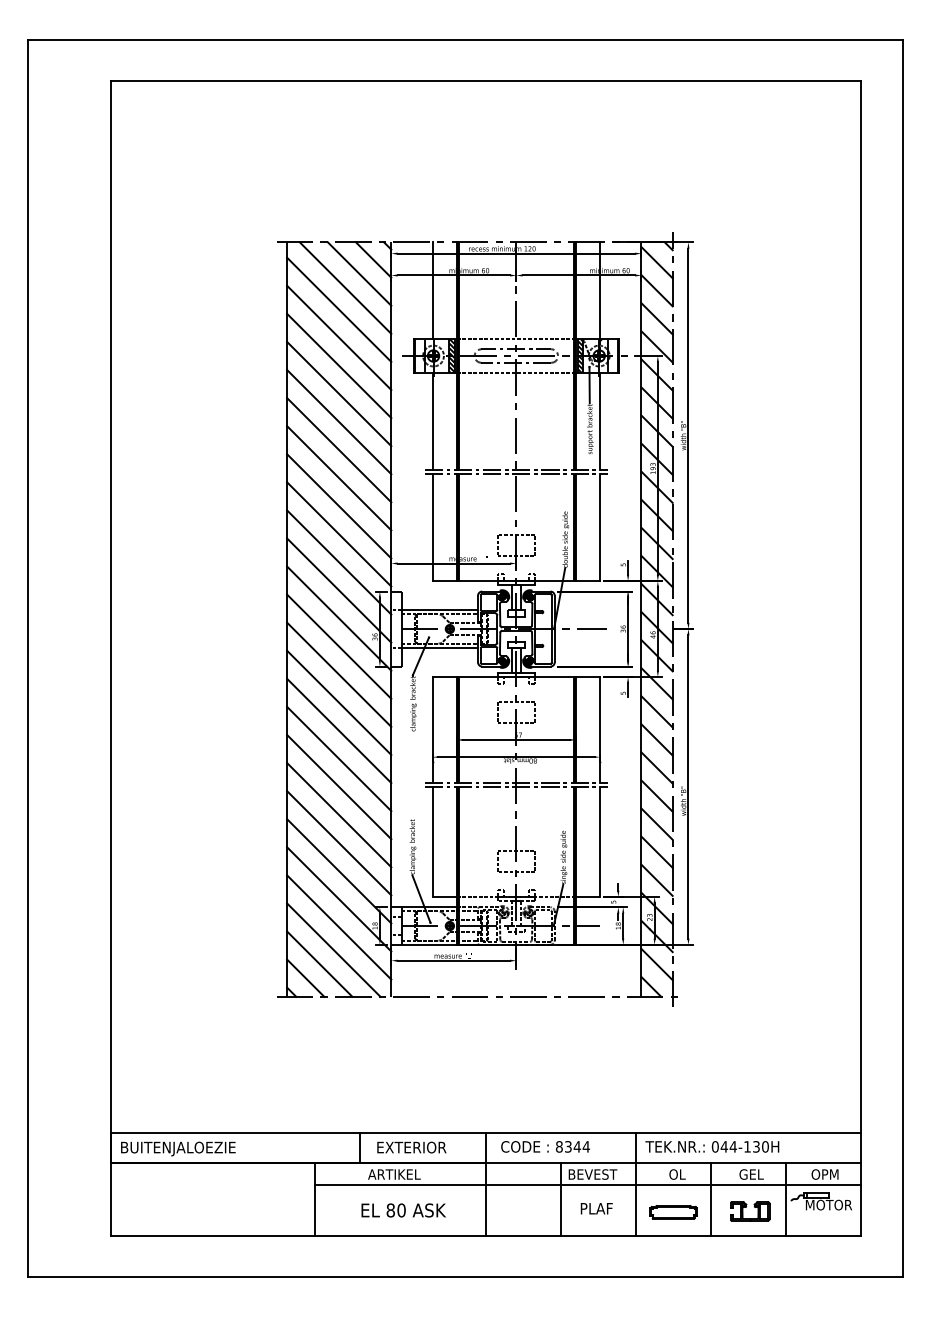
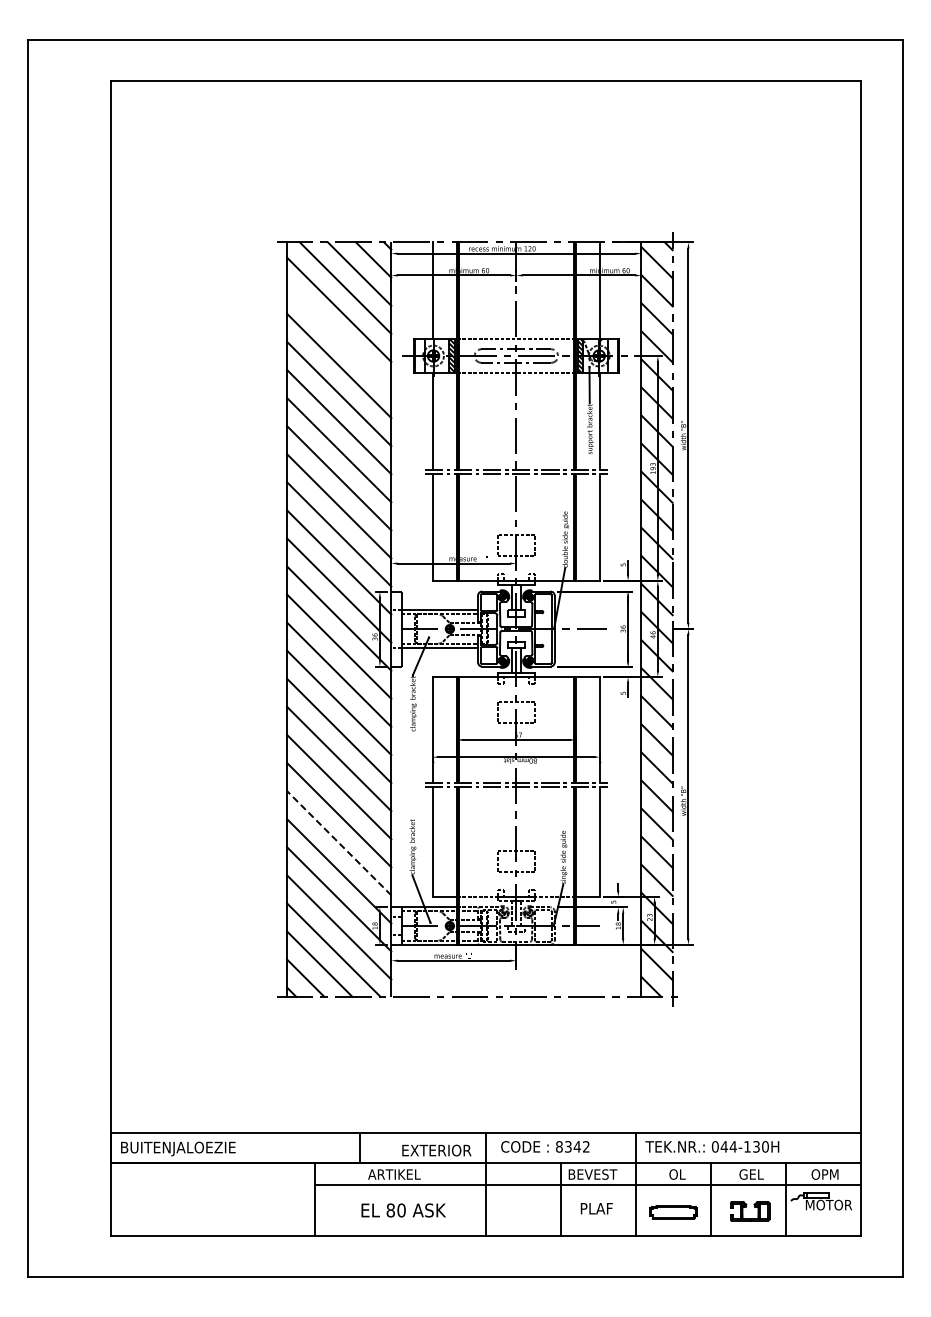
line at (339, 337): present -> none
line at (339, 843): solid -> dashed
text at (586, 1146): 8344 -> 8342
text at (411, 1147) position: (411, 1147) -> (436, 1150)
